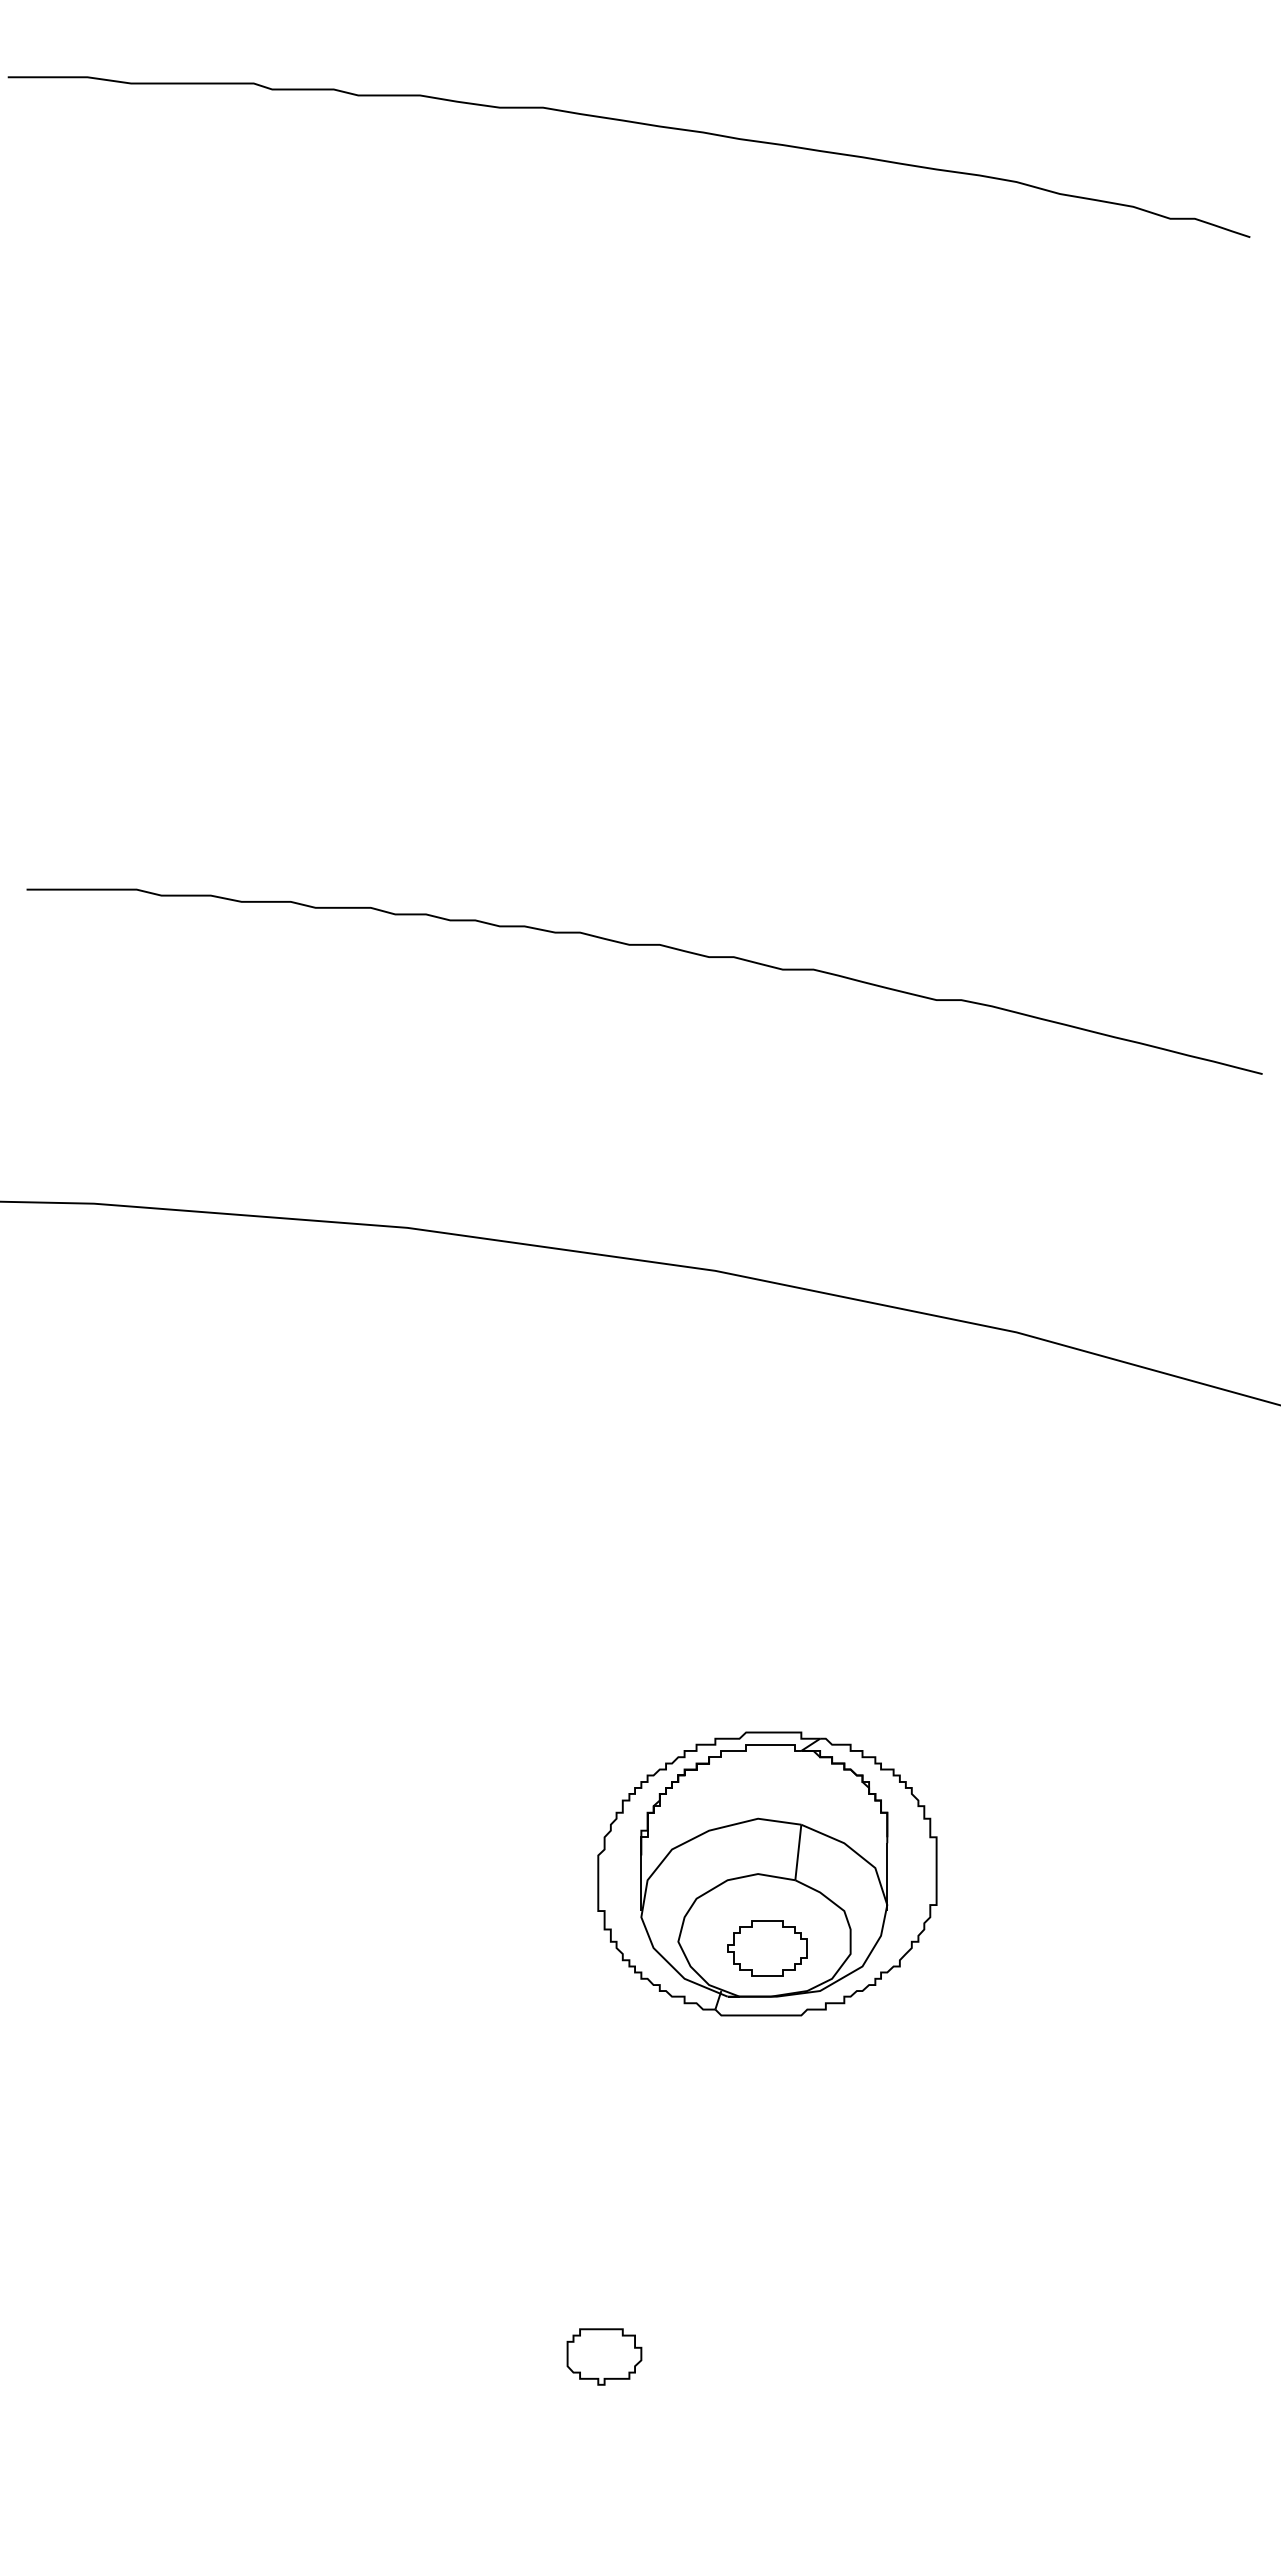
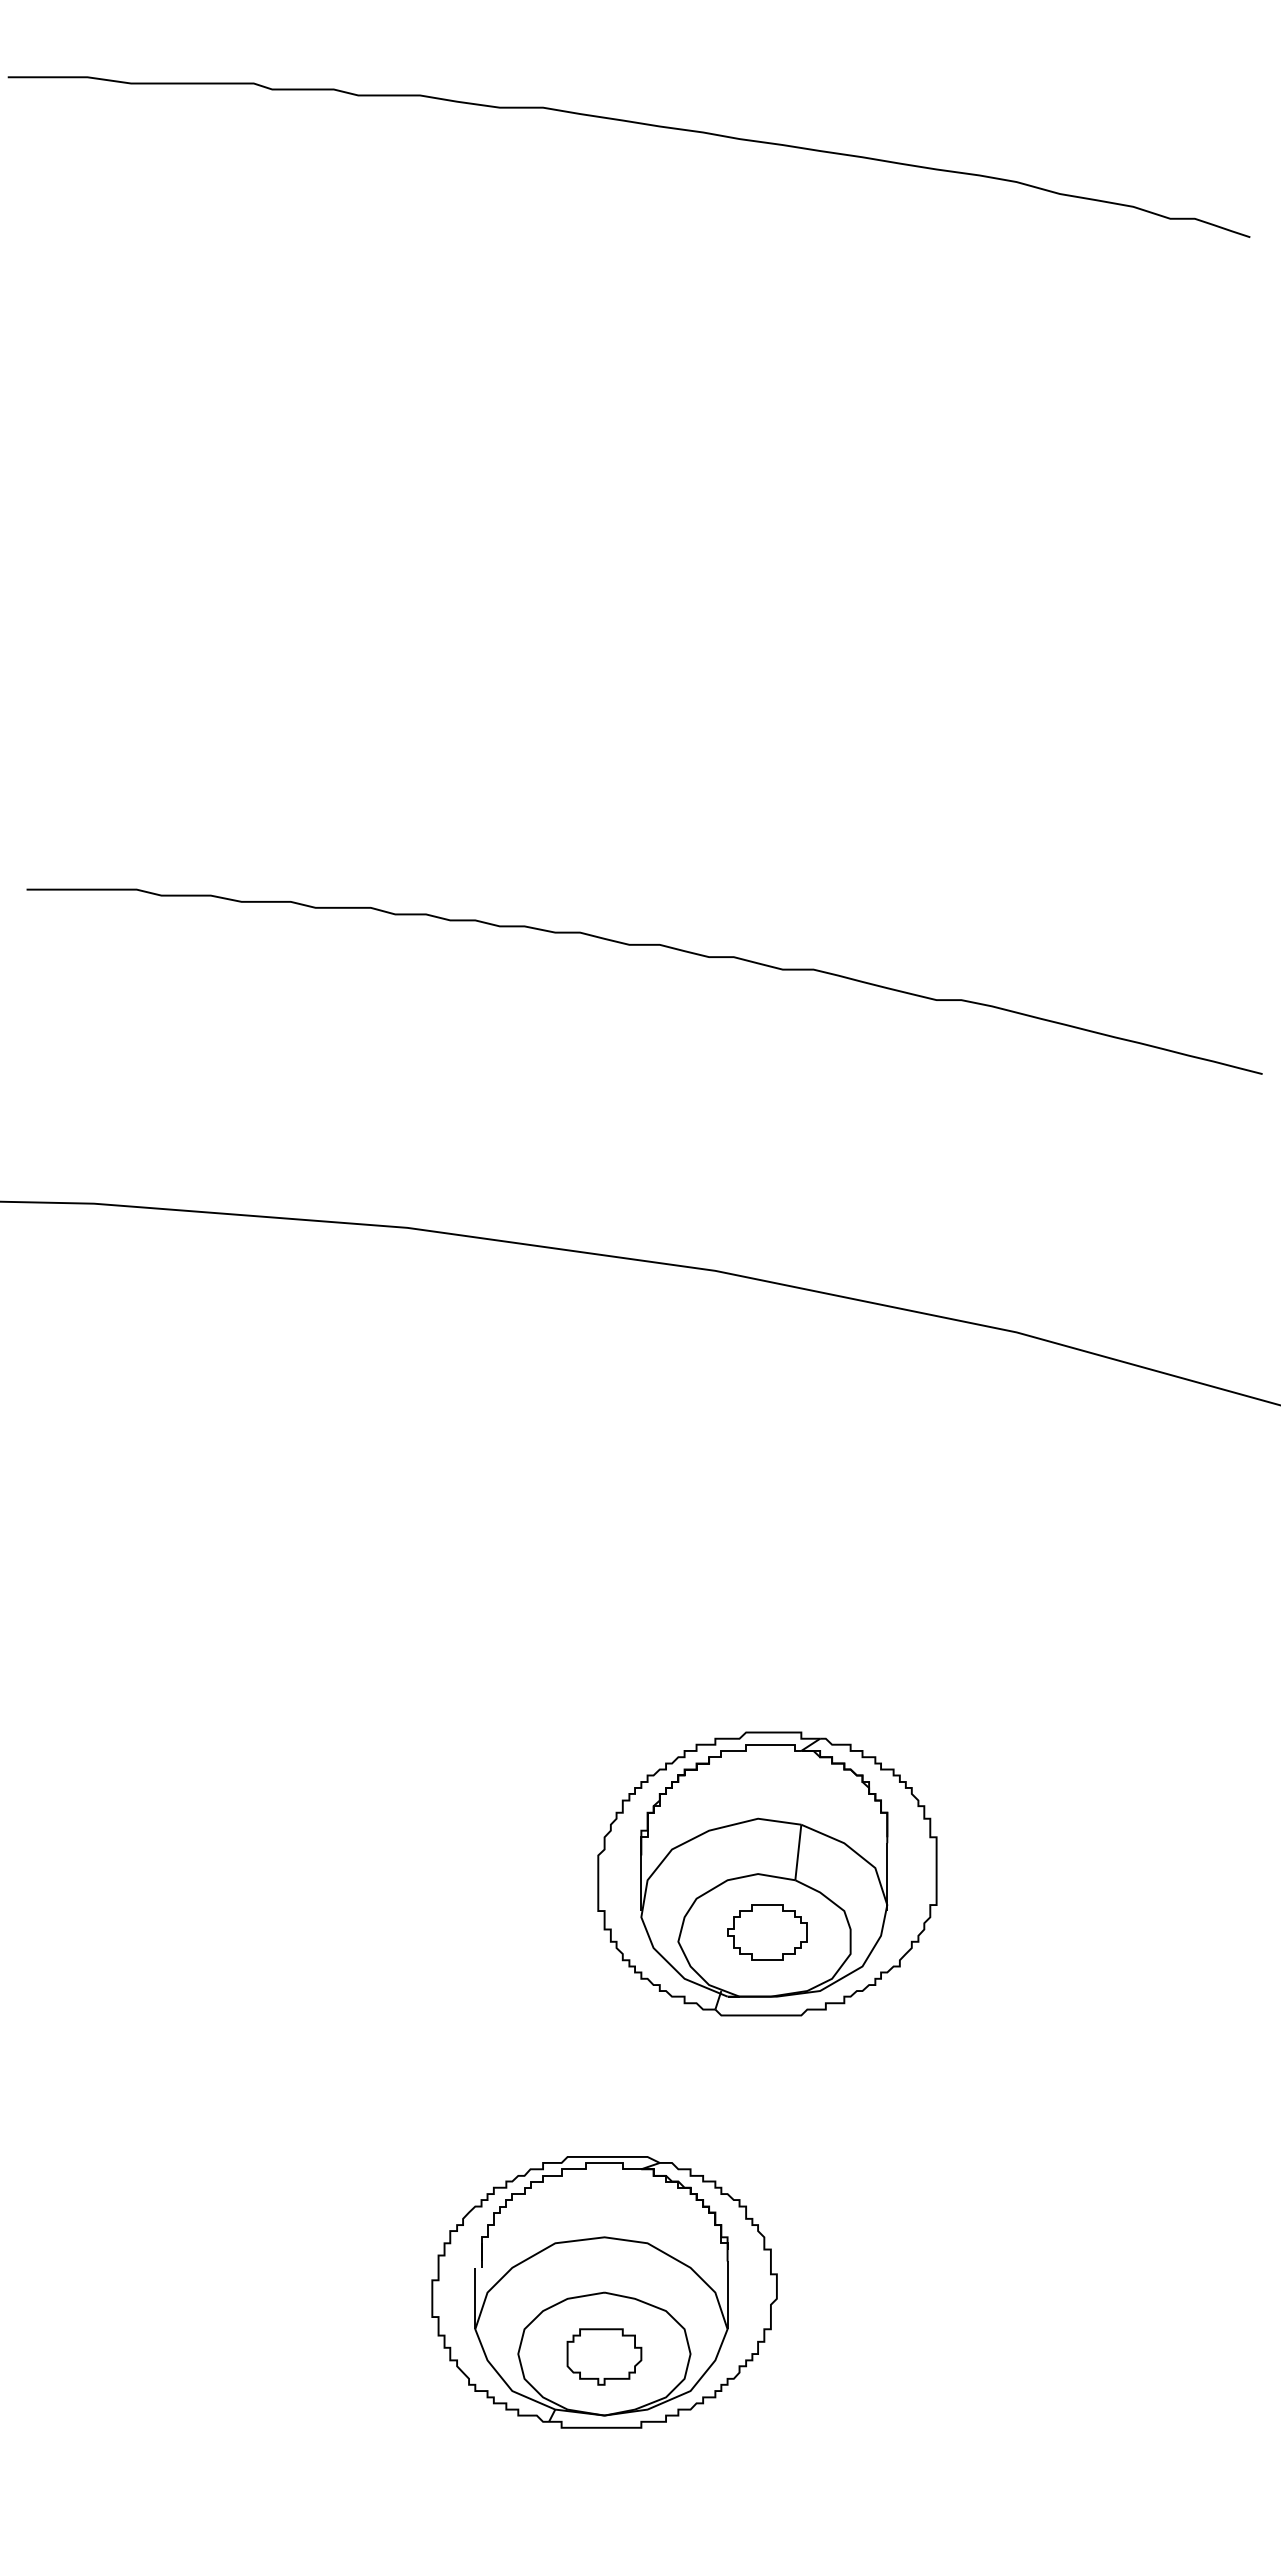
part at (767, 1948) position: (767, 1948) -> (767, 1932)
part at (604, 2292): none -> present
